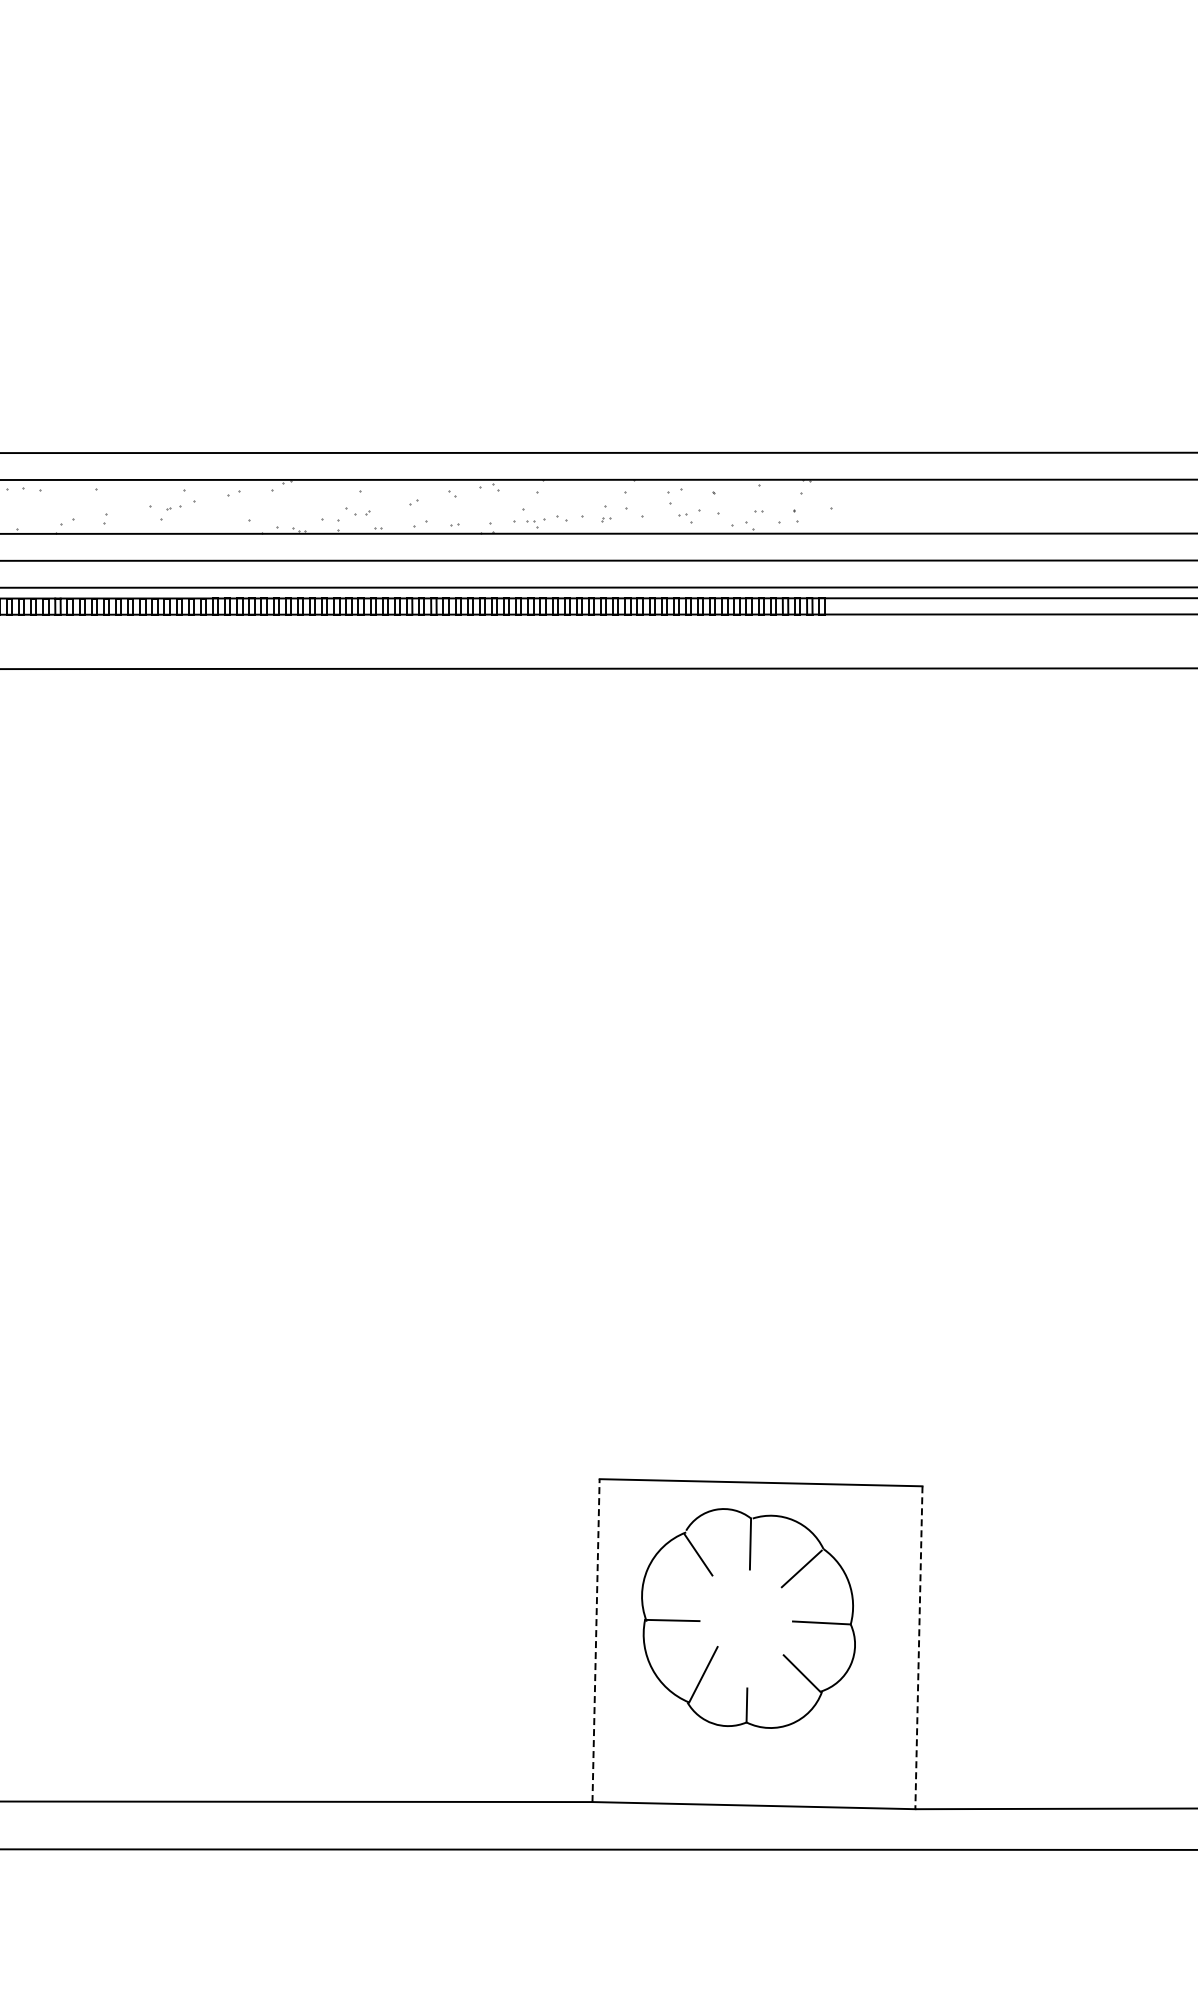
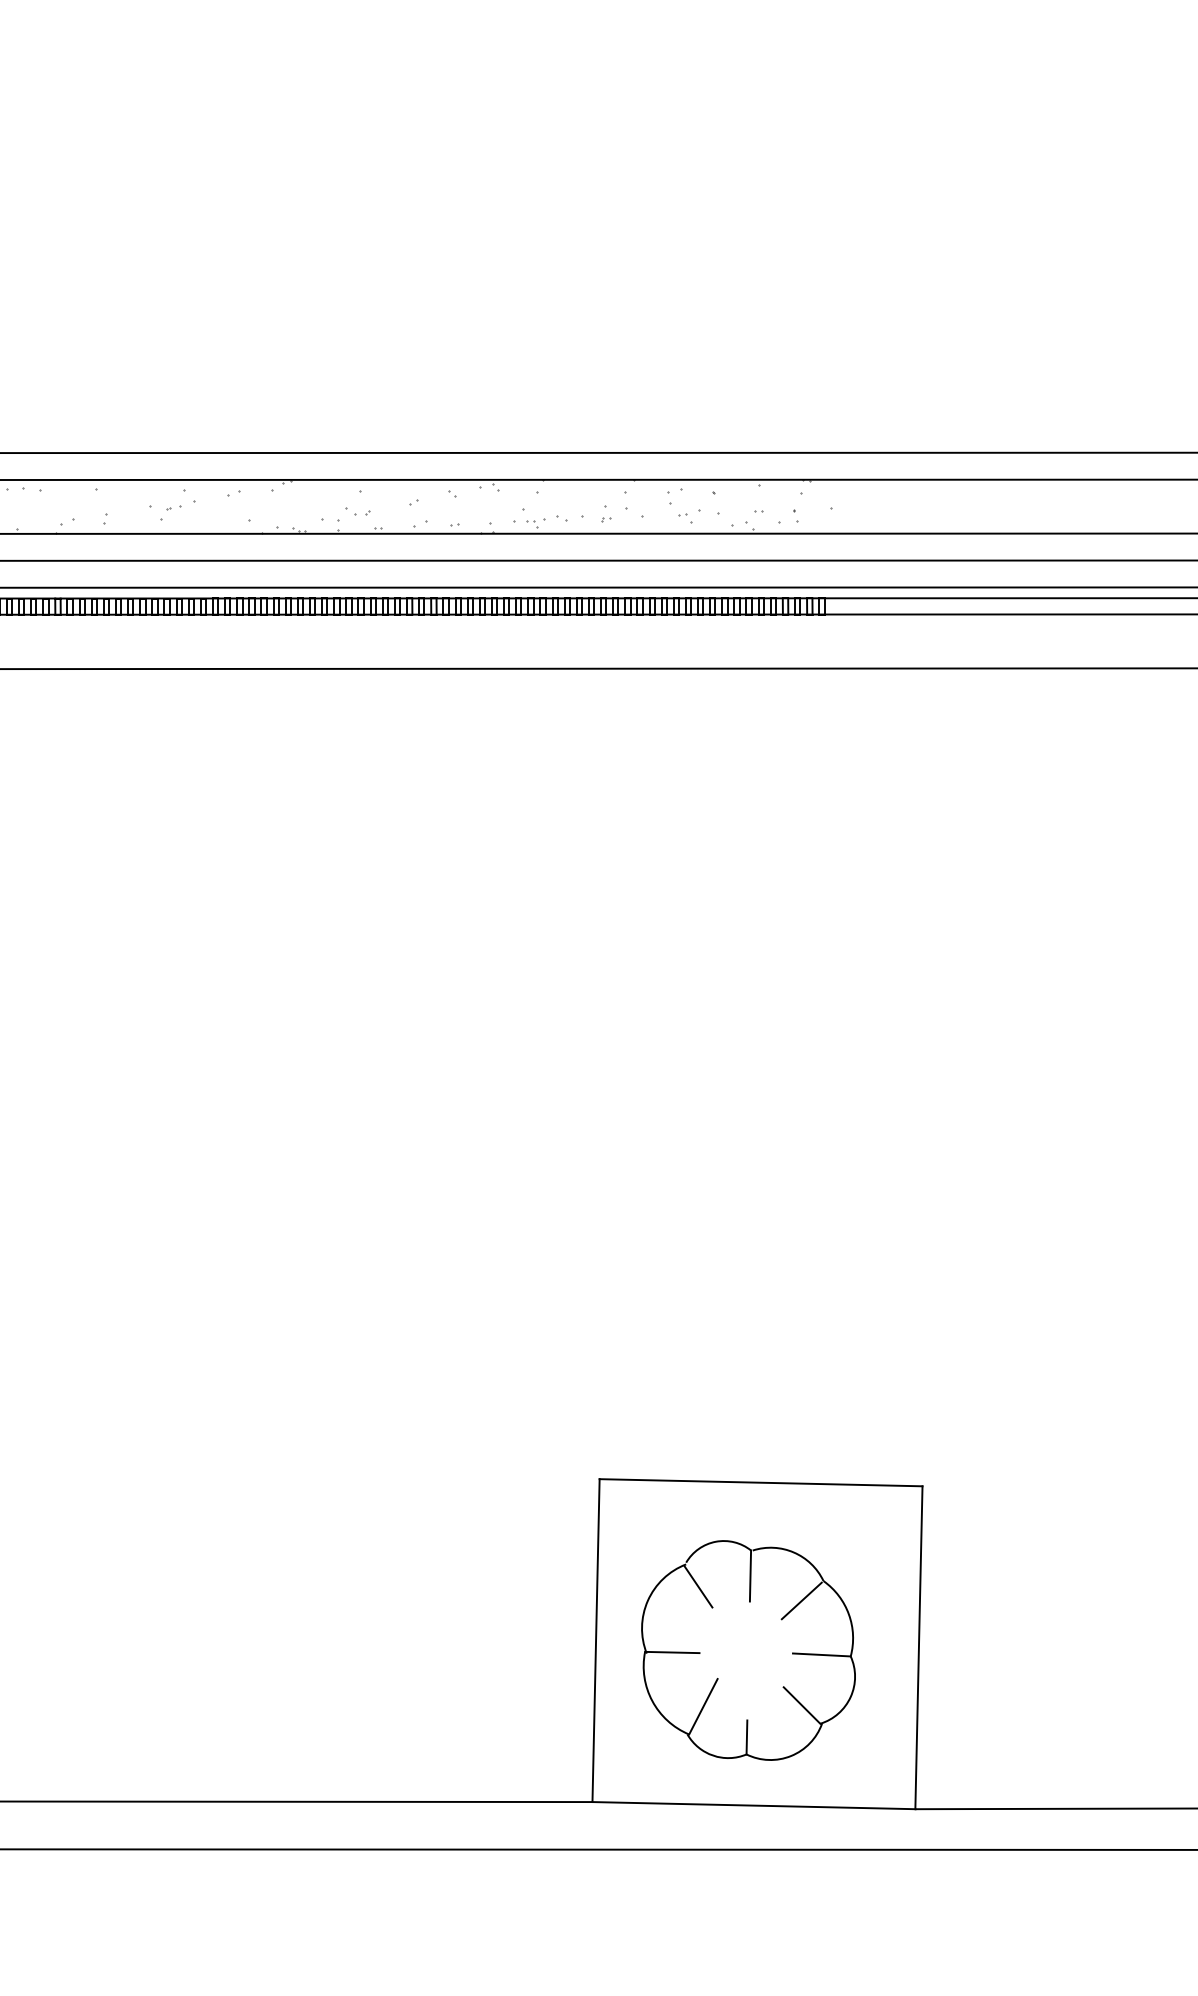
part at (748, 1618) position: (748, 1618) -> (748, 1650)
line at (596, 1640): dashed -> solid
line at (918, 1648): dashed -> solid
